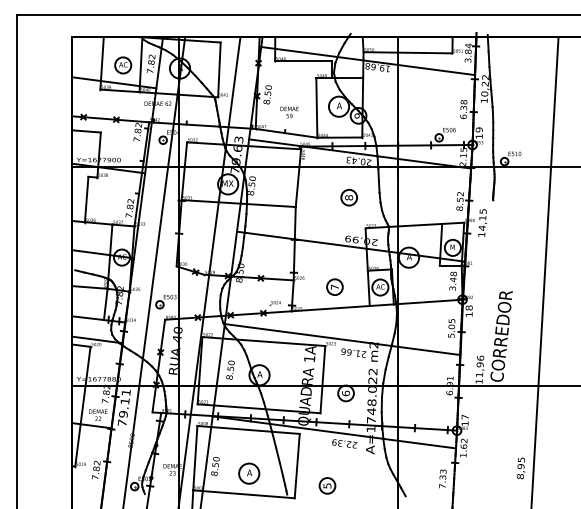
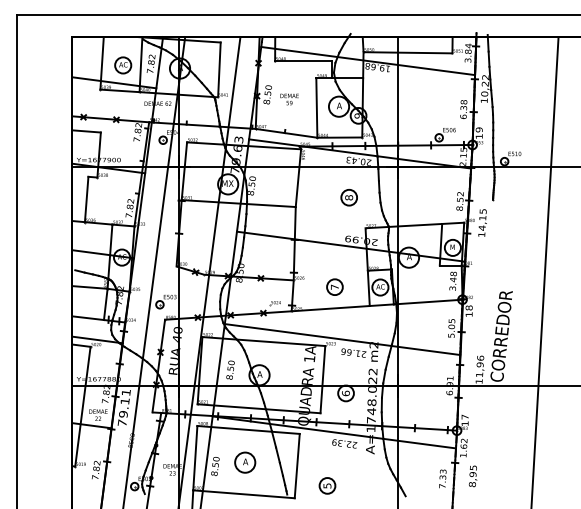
text at (289, 112) position: (289, 112) -> (289, 99)
text at (520, 468) position: (520, 468) -> (472, 476)
part at (249, 473) position: (249, 473) -> (245, 462)
